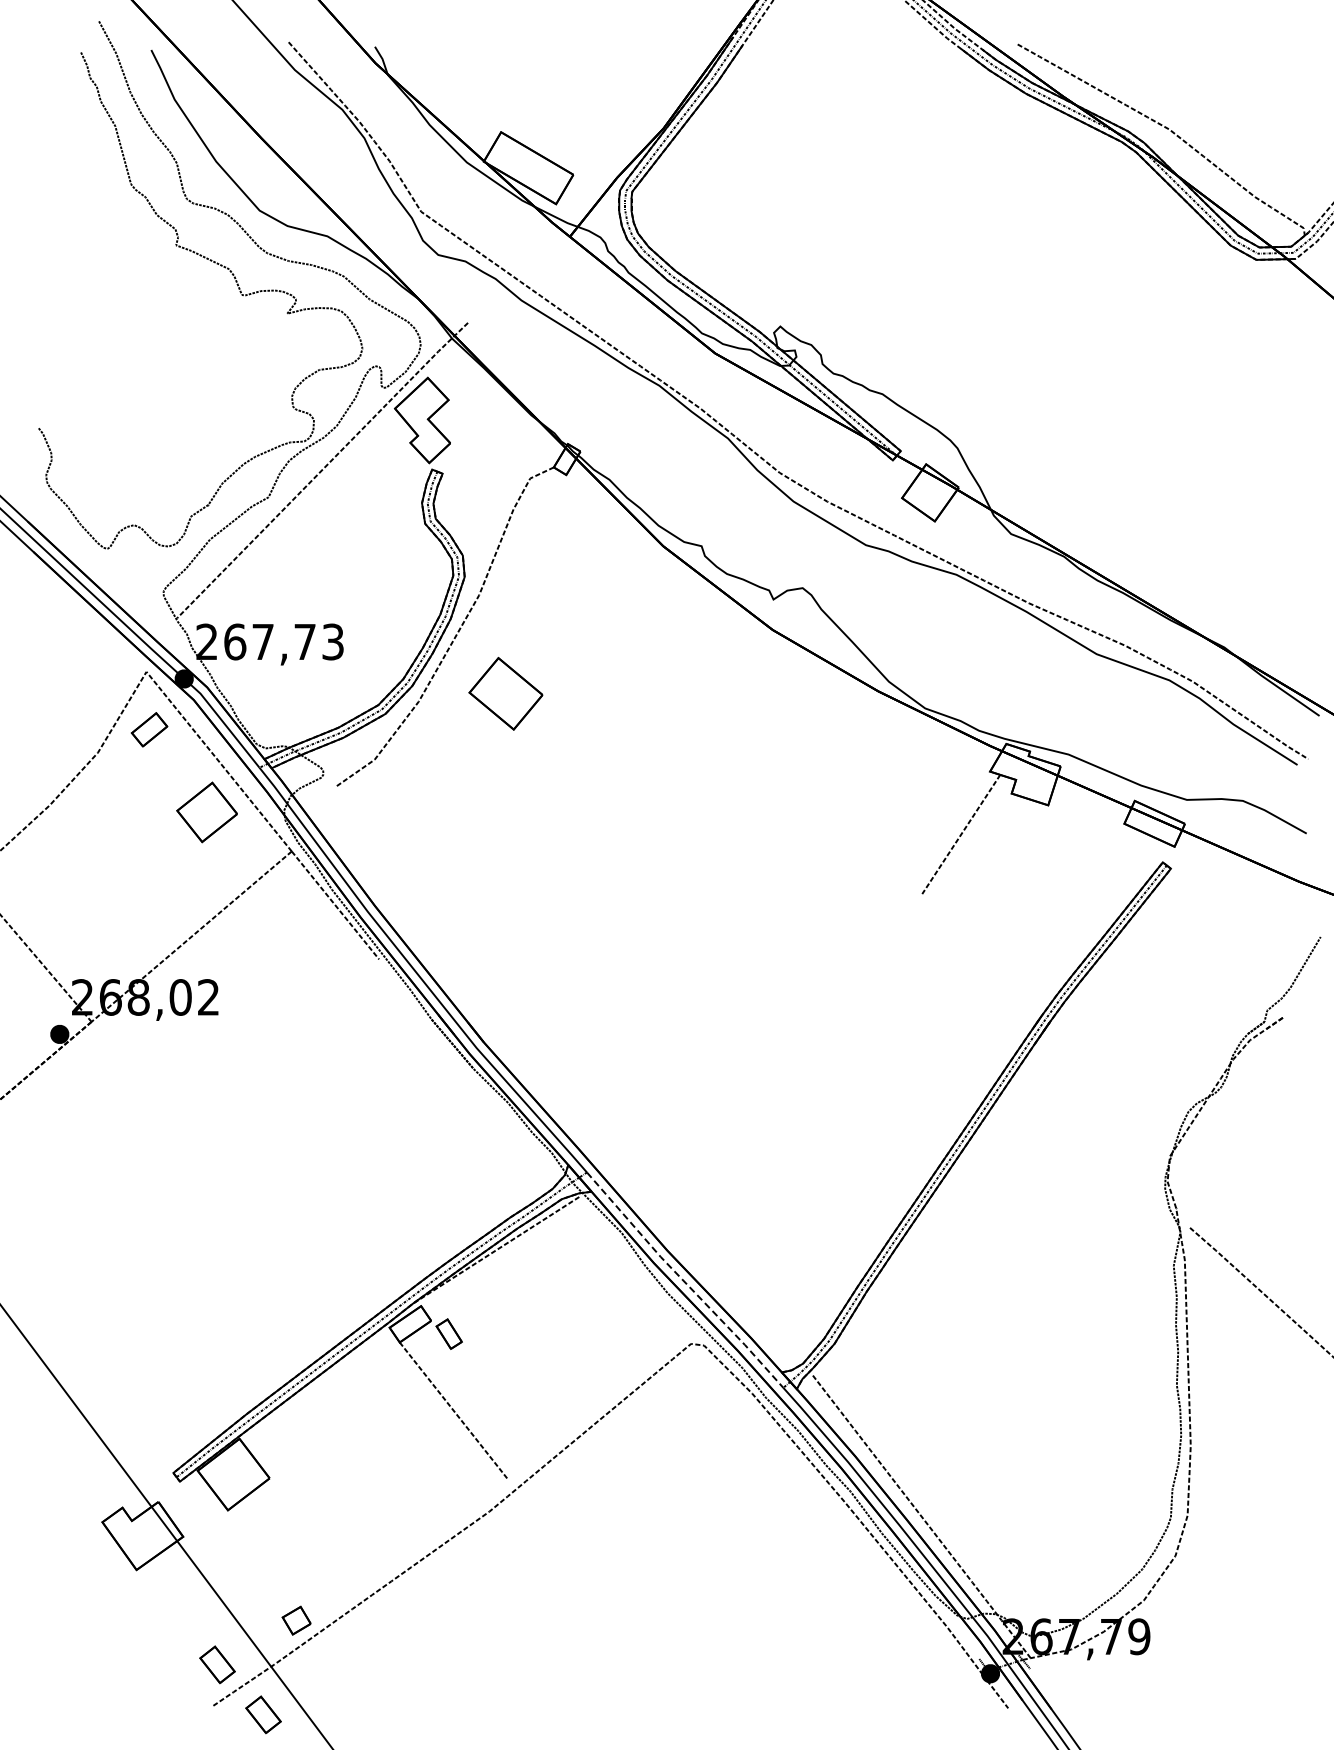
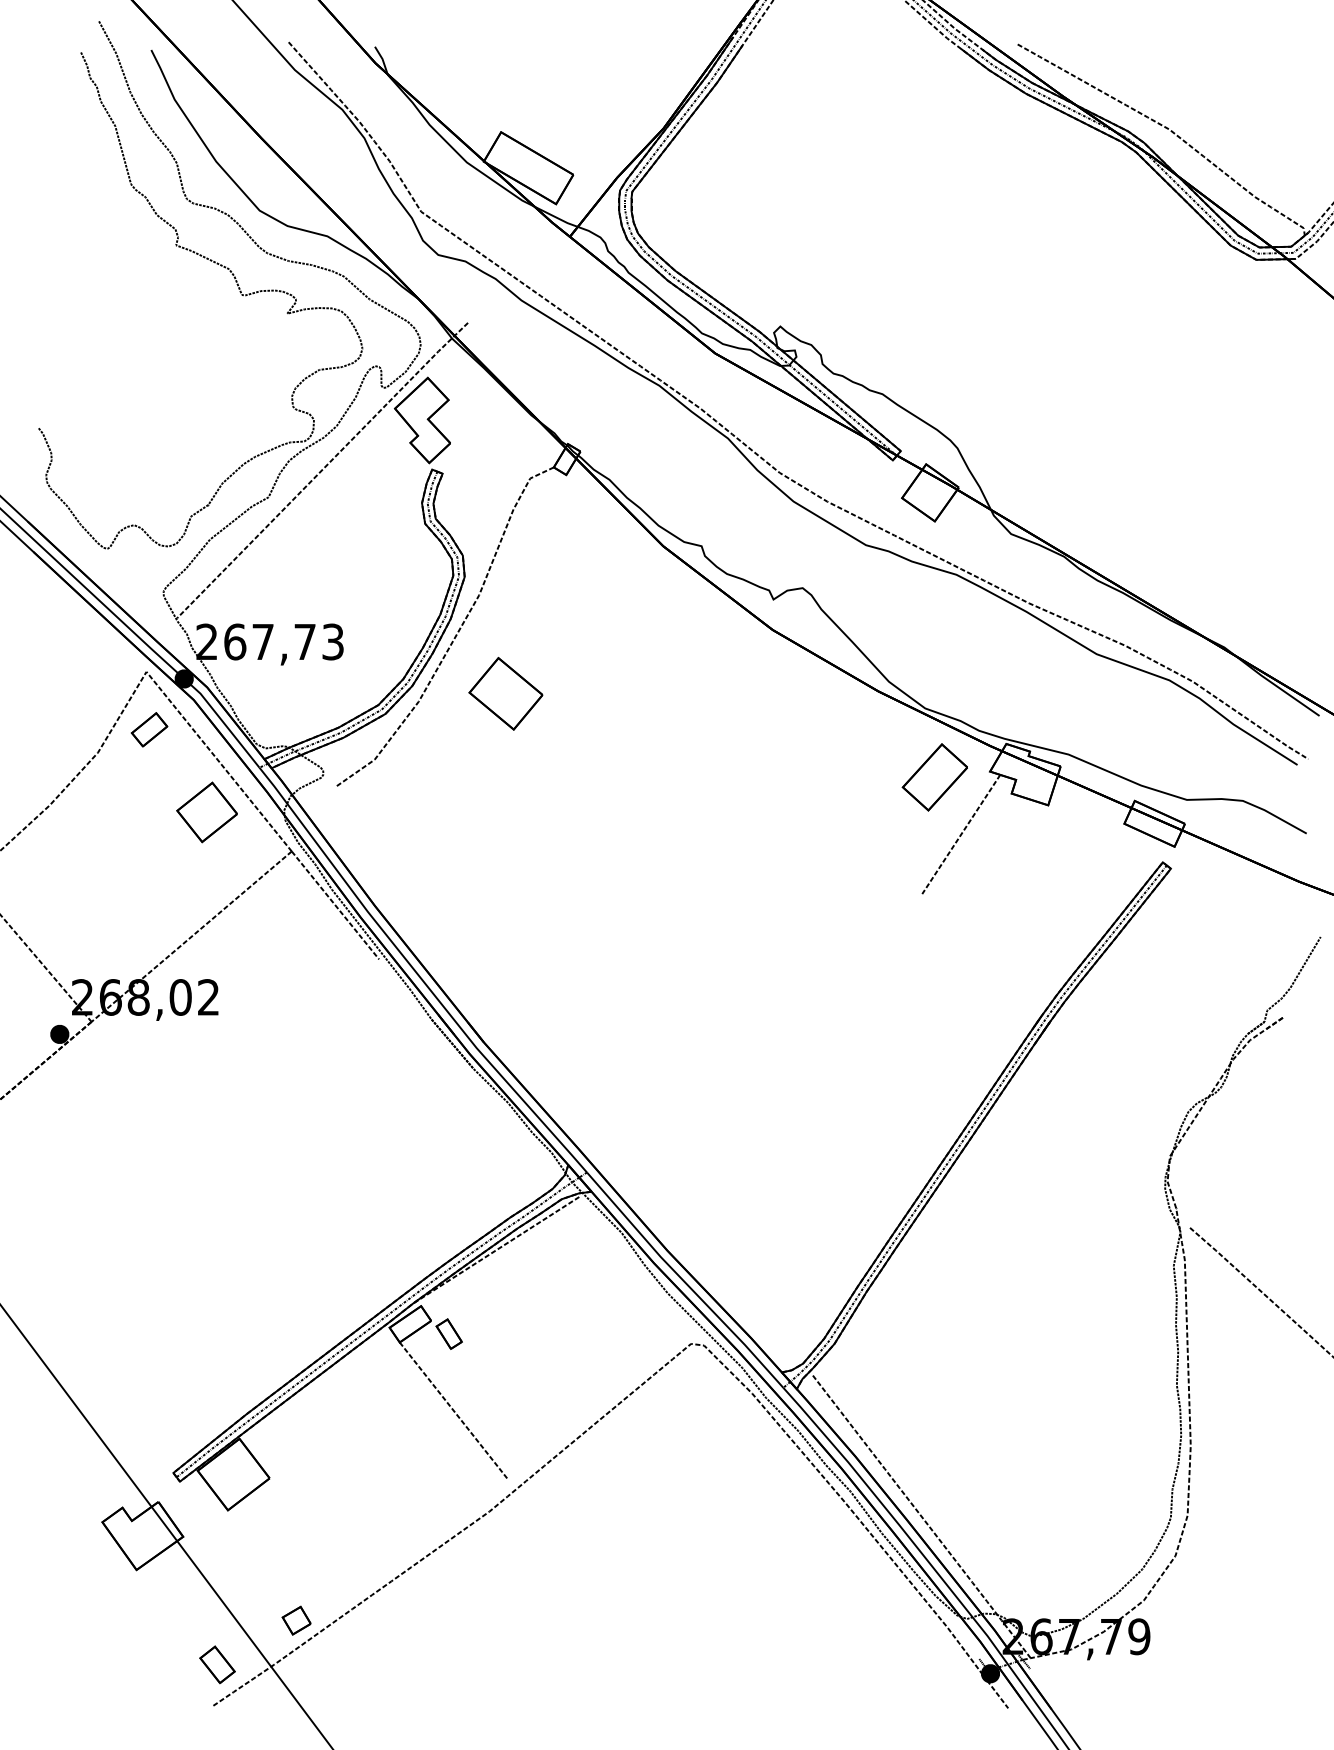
part at (934, 777): none -> present
line at (684, 1281): dashed -> solid
part at (263, 1714): present -> none
